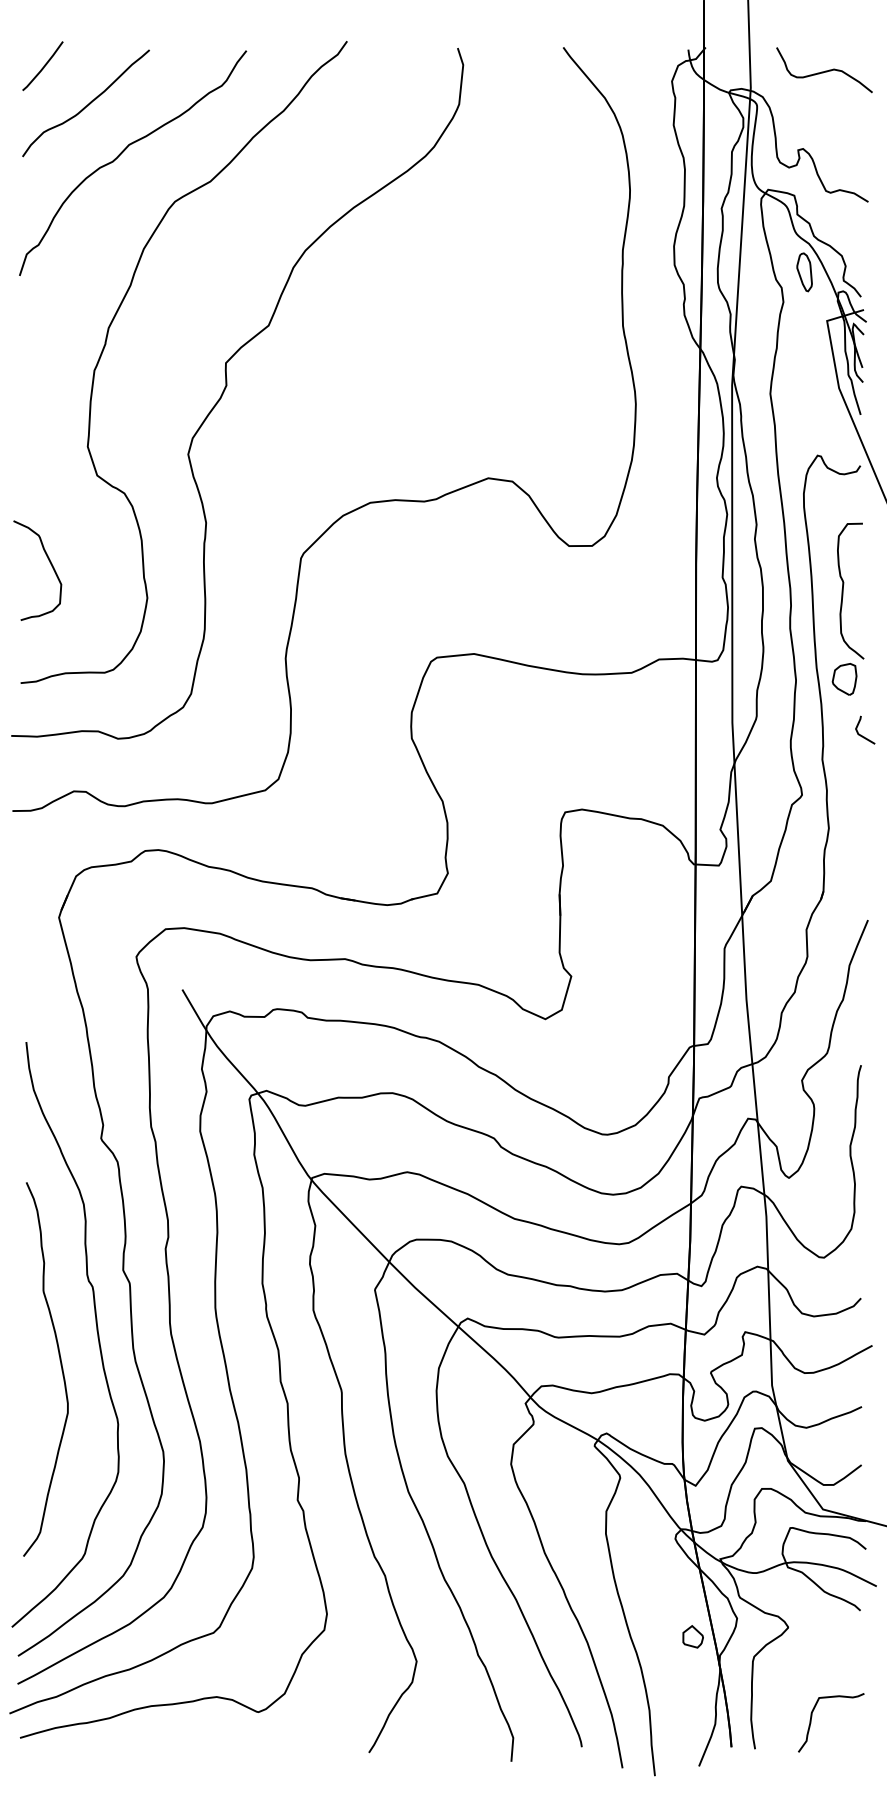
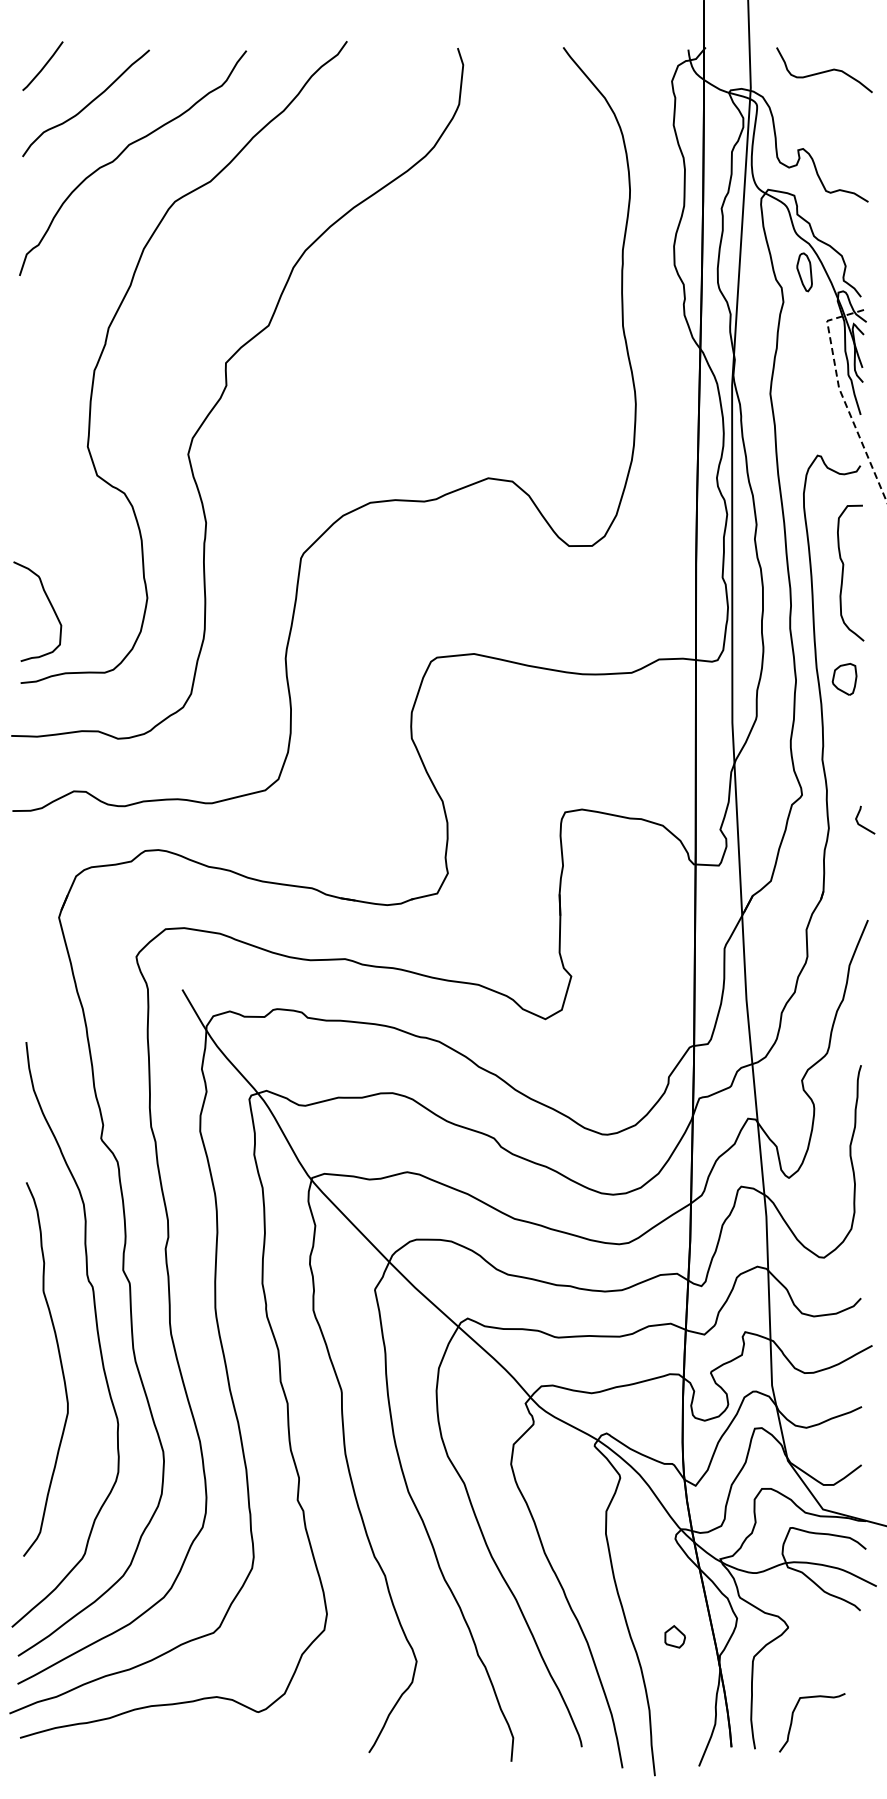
line at (841, 394): solid -> dashed
curve at (50, 564) position: (50, 564) -> (50, 605)
curve at (843, 590) position: (843, 590) -> (843, 572)
line at (861, 734) position: (861, 734) -> (861, 824)
part at (692, 1636) position: (692, 1636) -> (674, 1636)
curve at (812, 1716) position: (812, 1716) -> (793, 1716)
